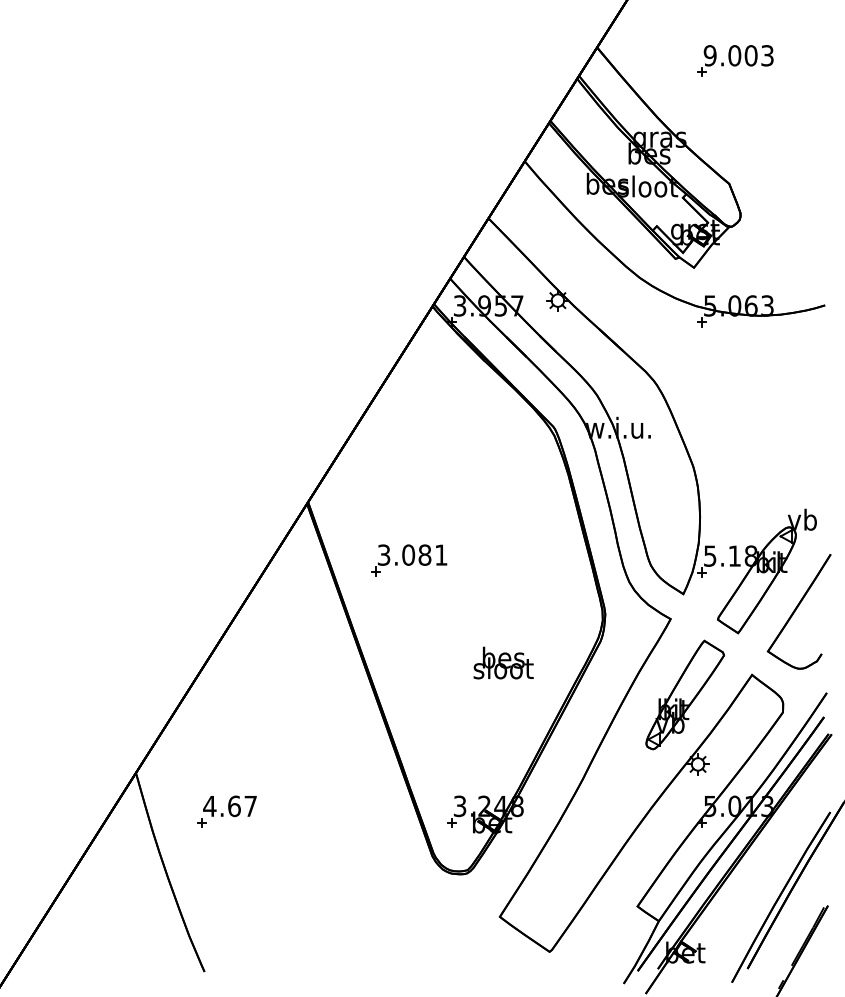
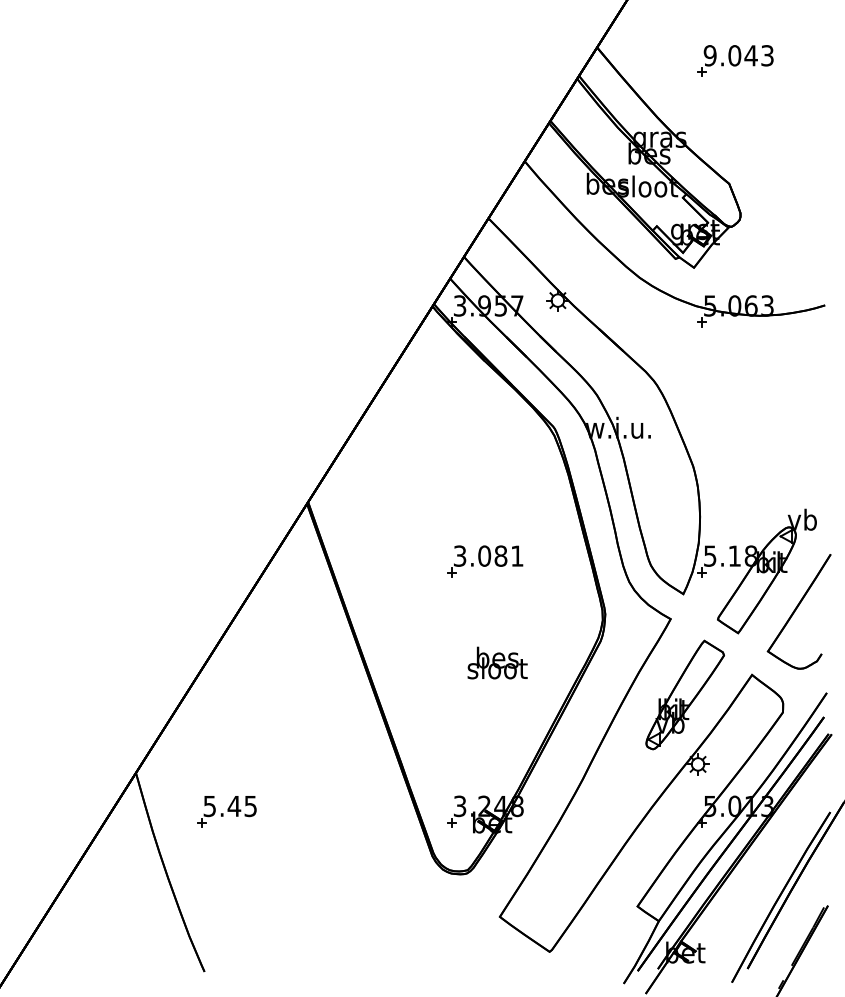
text at (750, 55): 9.003 -> 9.043
part at (409, 560) position: (409, 560) -> (485, 561)
text at (503, 662) position: (503, 662) -> (497, 662)
text at (229, 806): 4.67 -> 5.45
